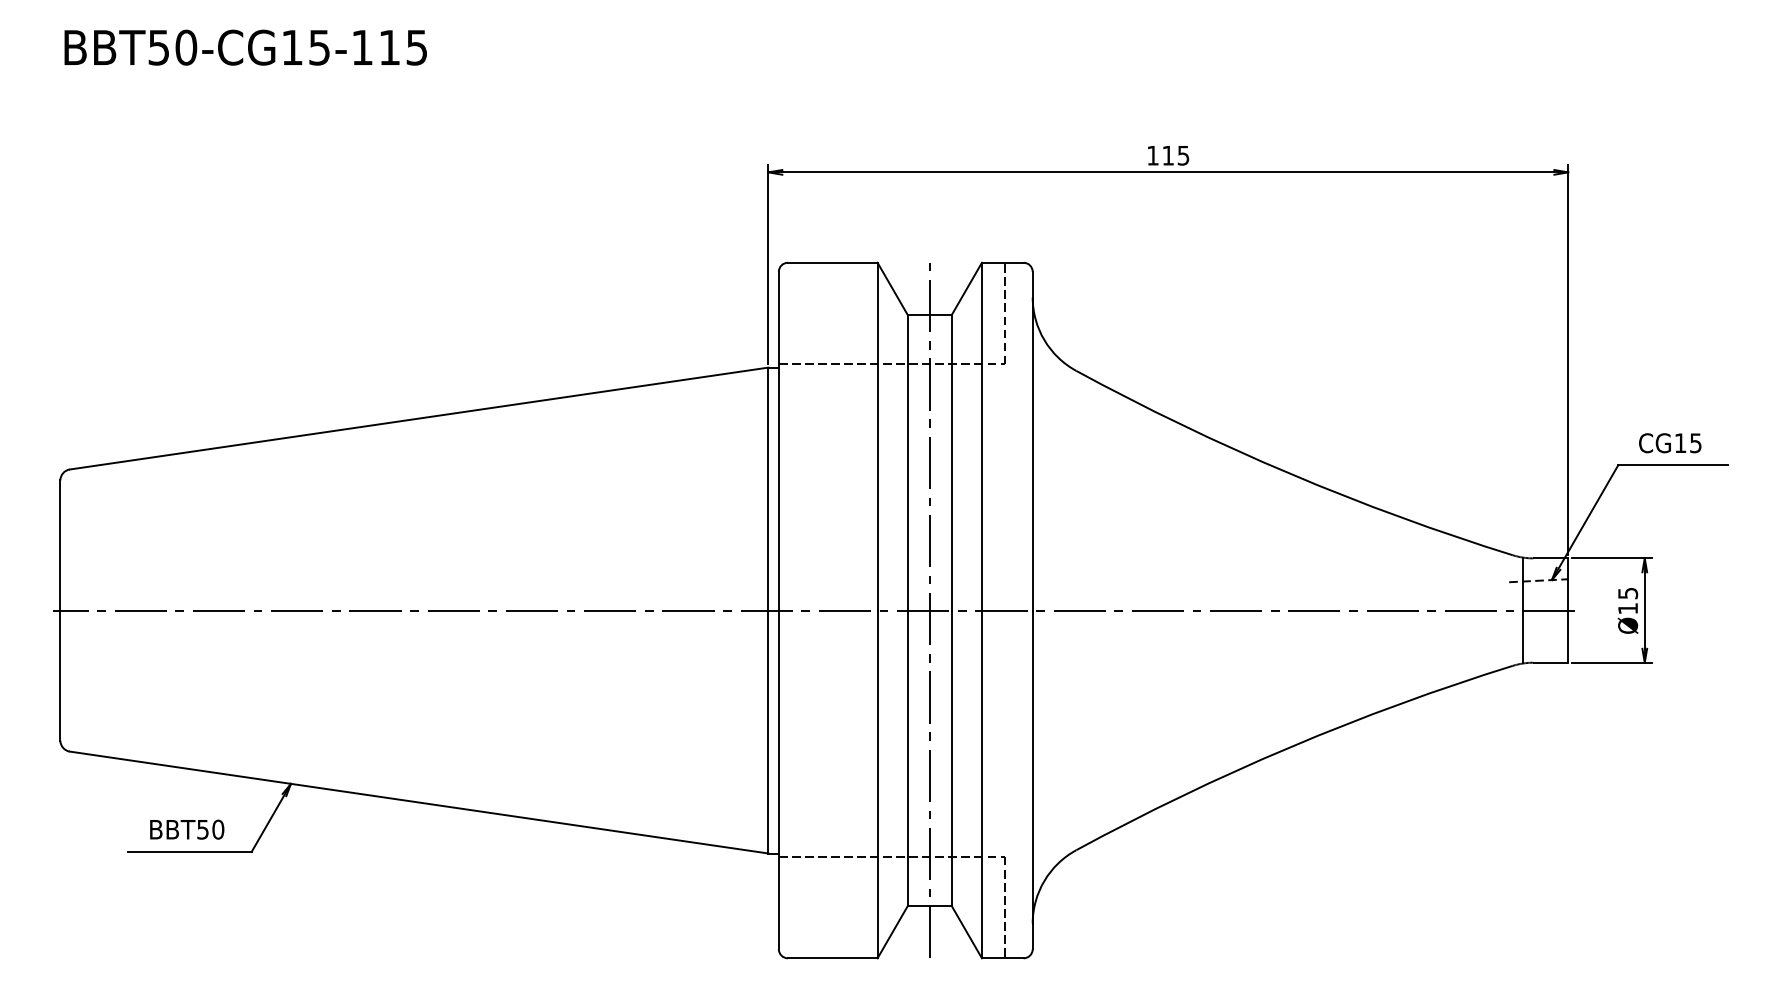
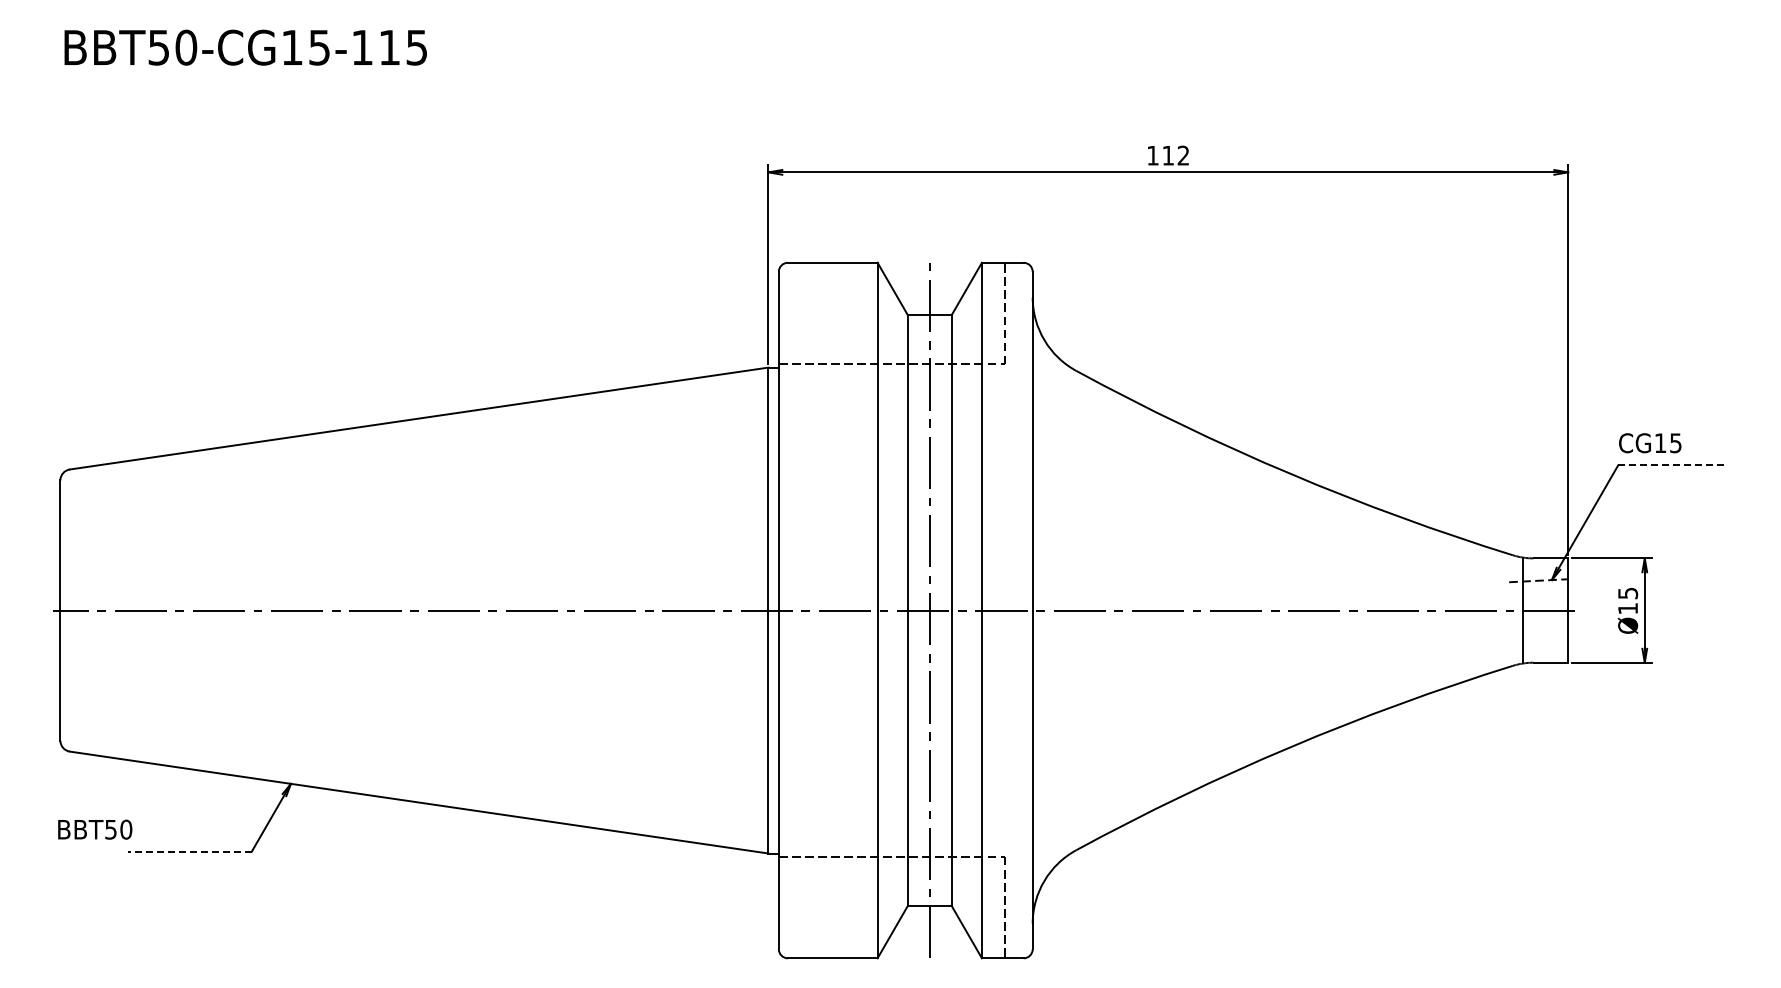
text at (1183, 155): 115 -> 112
text at (1670, 443) position: (1670, 443) -> (1650, 443)
line at (1672, 465): solid -> dashed
text at (187, 829) position: (187, 829) -> (95, 829)
line at (189, 851): solid -> dashed
